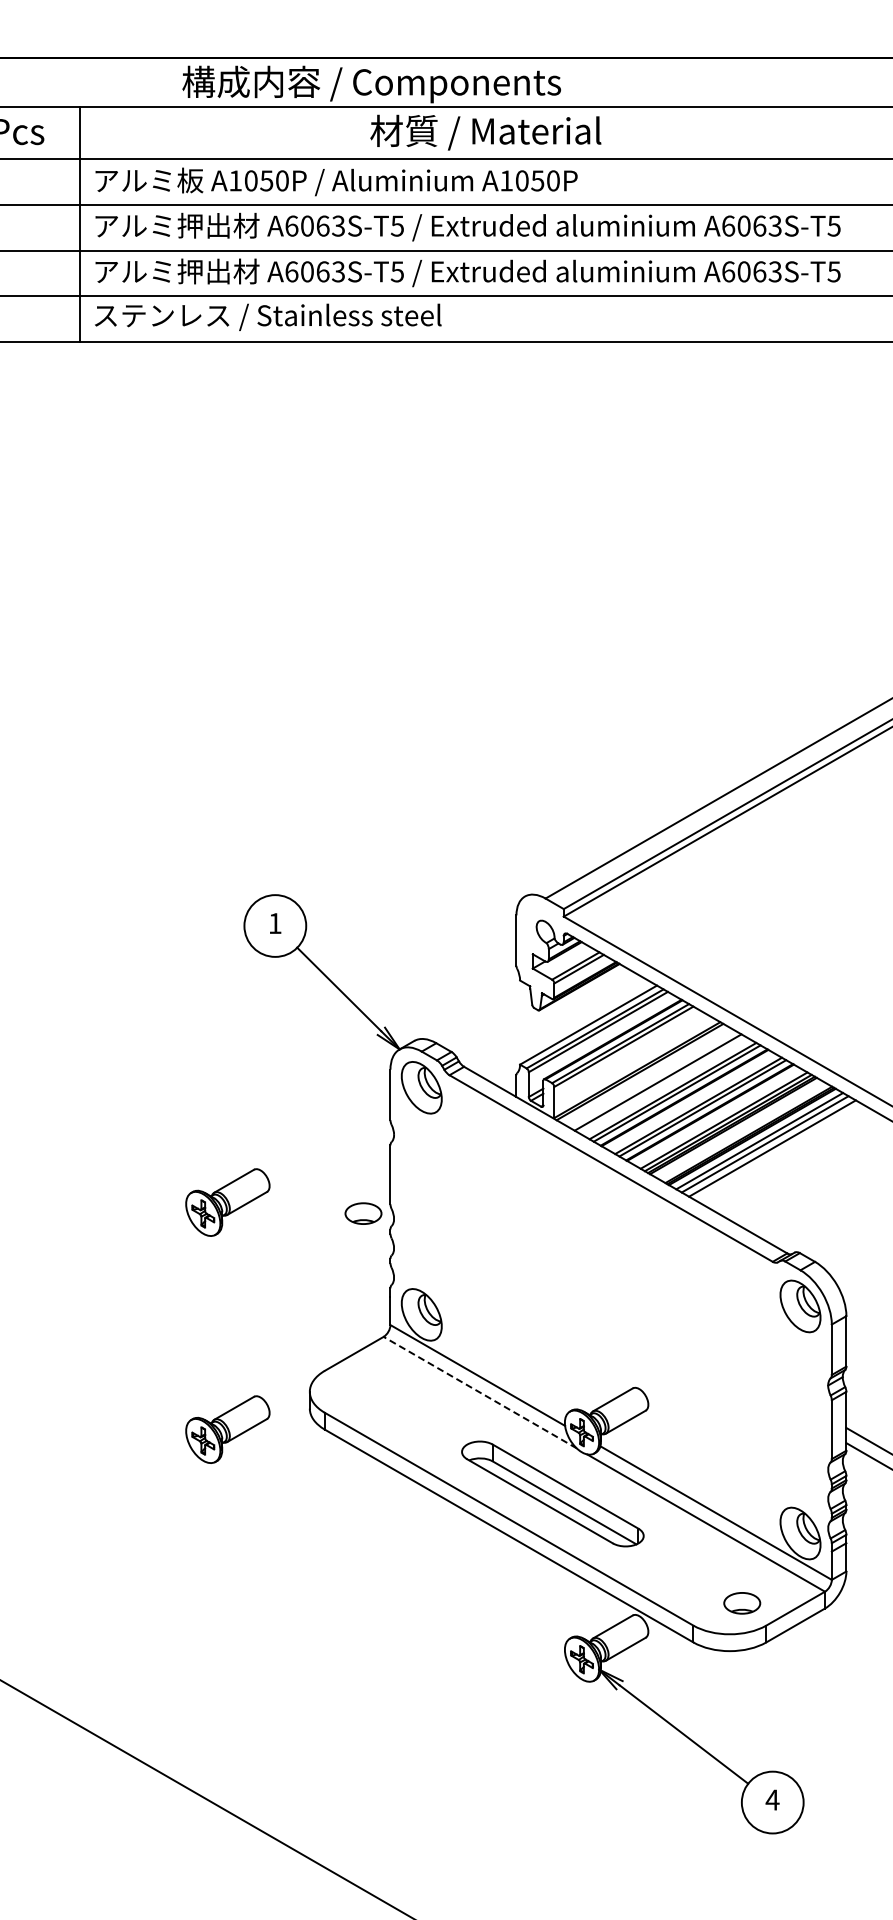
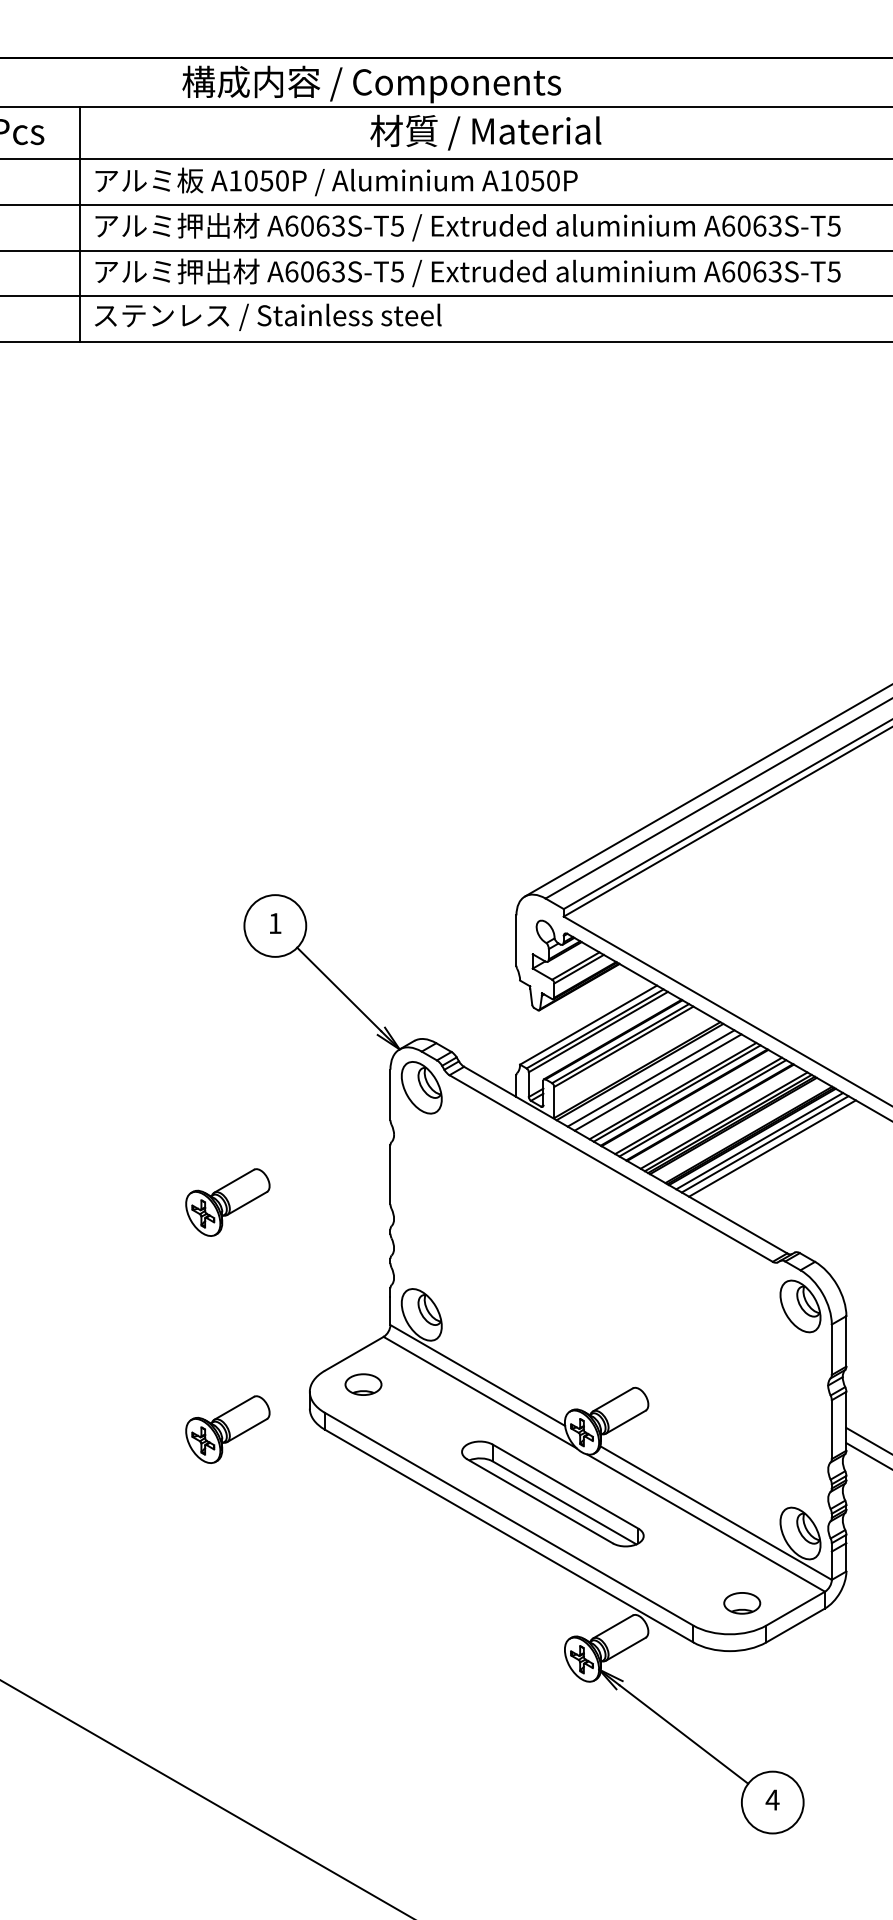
line at (707, 790): none -> present
line at (650, 1078): none -> present
part at (363, 1213) position: (363, 1213) -> (363, 1384)
line at (480, 1392): dashed -> solid
